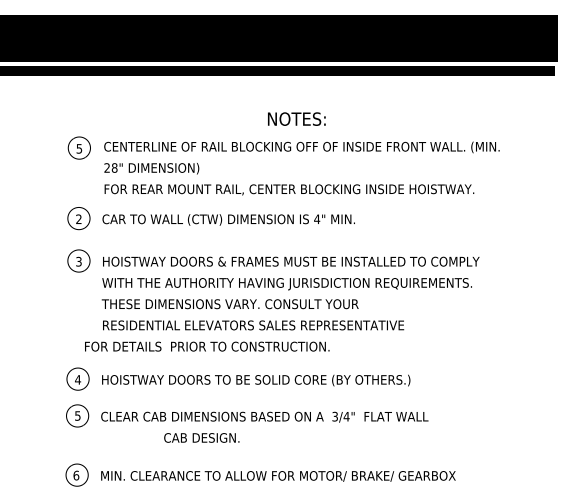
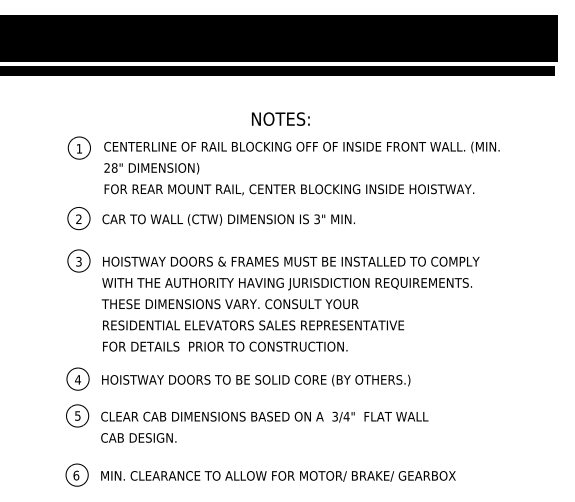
text at (296, 118) position: (296, 118) -> (280, 118)
text at (79, 148): 5 -> 1
text at (317, 219): 4" -> 3"
text at (207, 346) position: (207, 346) -> (225, 346)
text at (201, 437) position: (201, 437) -> (138, 437)
